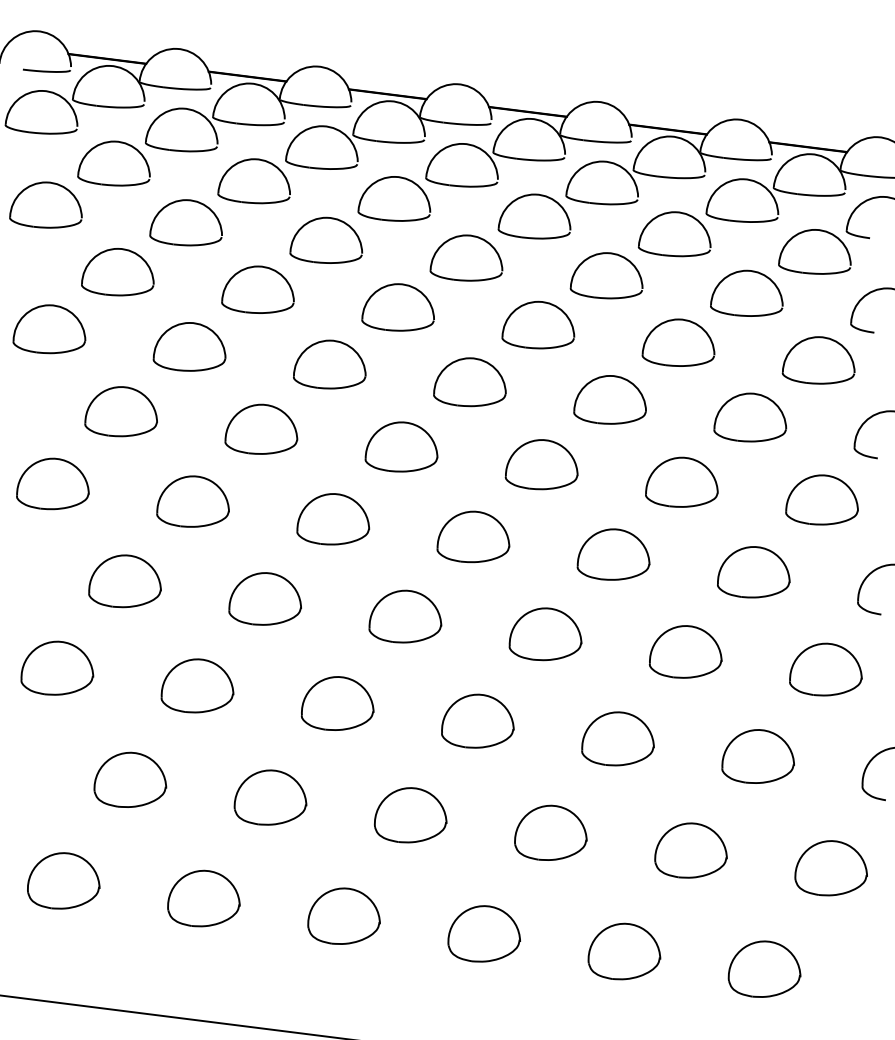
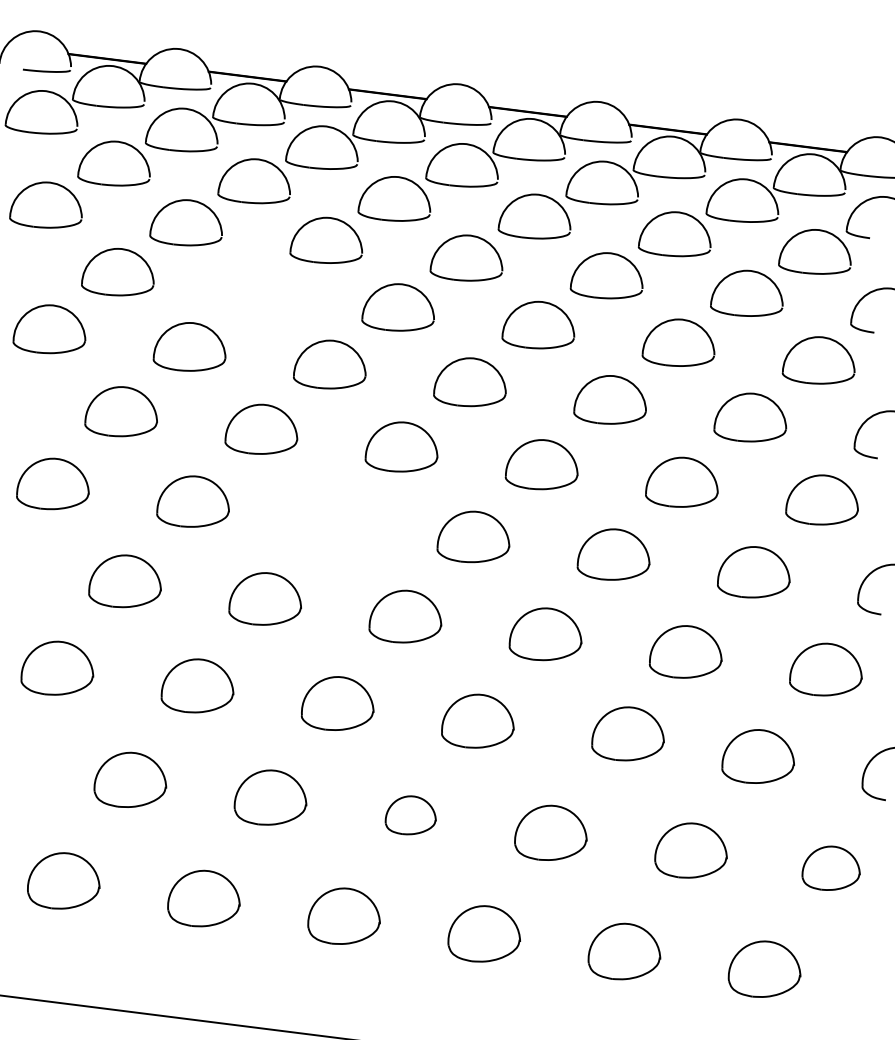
part at (257, 289): present -> none
part at (333, 519): present -> none
part at (617, 738) position: (617, 738) -> (627, 733)
part at (410, 815) size: 74x57 px -> 53x41 px
part at (830, 868) size: 74x57 px -> 60x46 px
